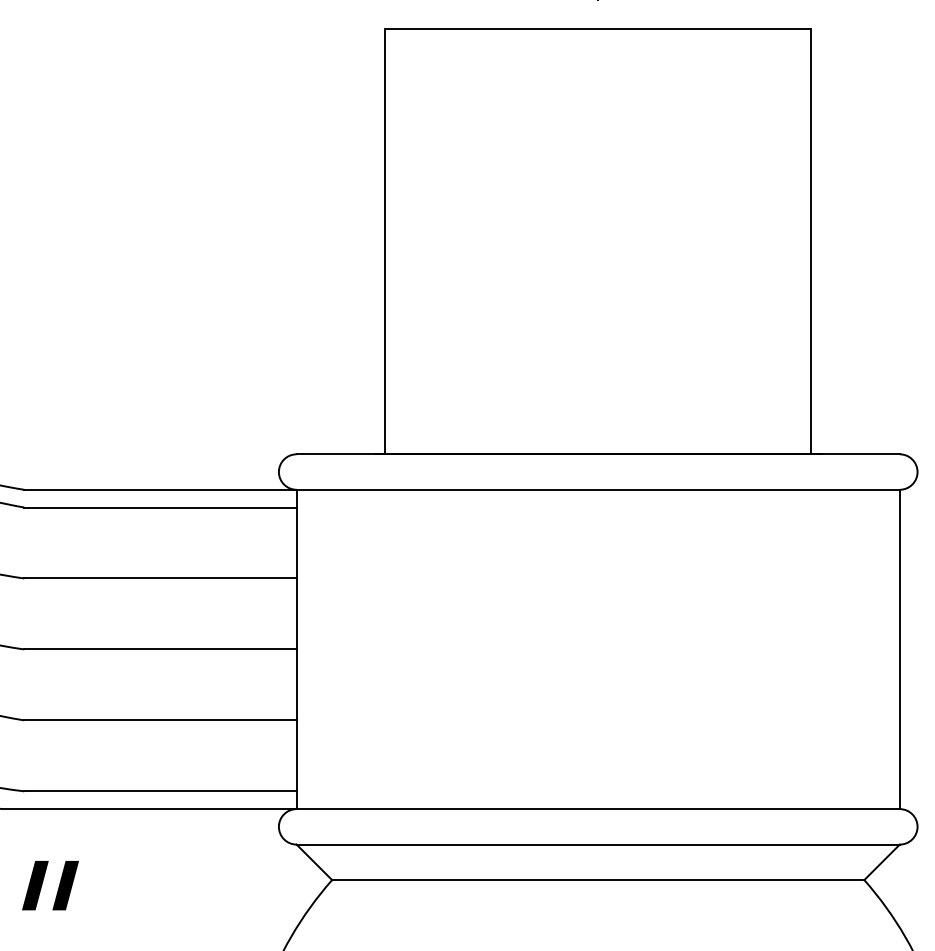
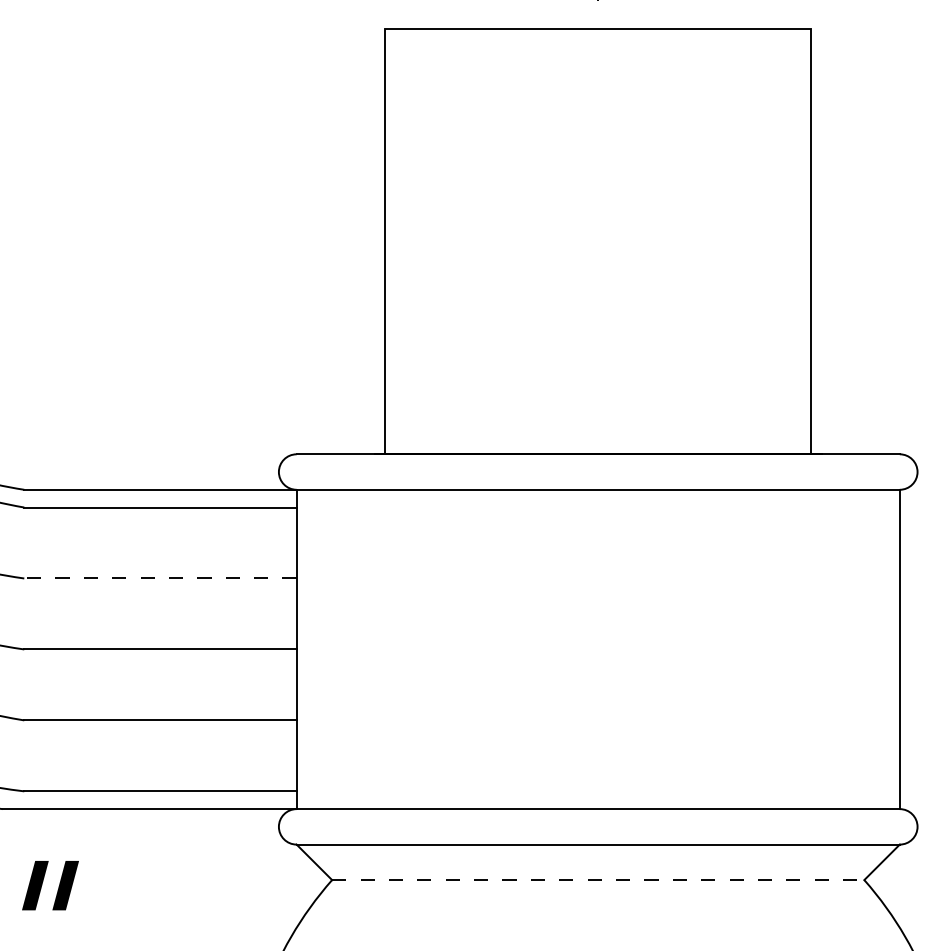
line at (159, 578): solid -> dashed
line at (598, 880): solid -> dashed
